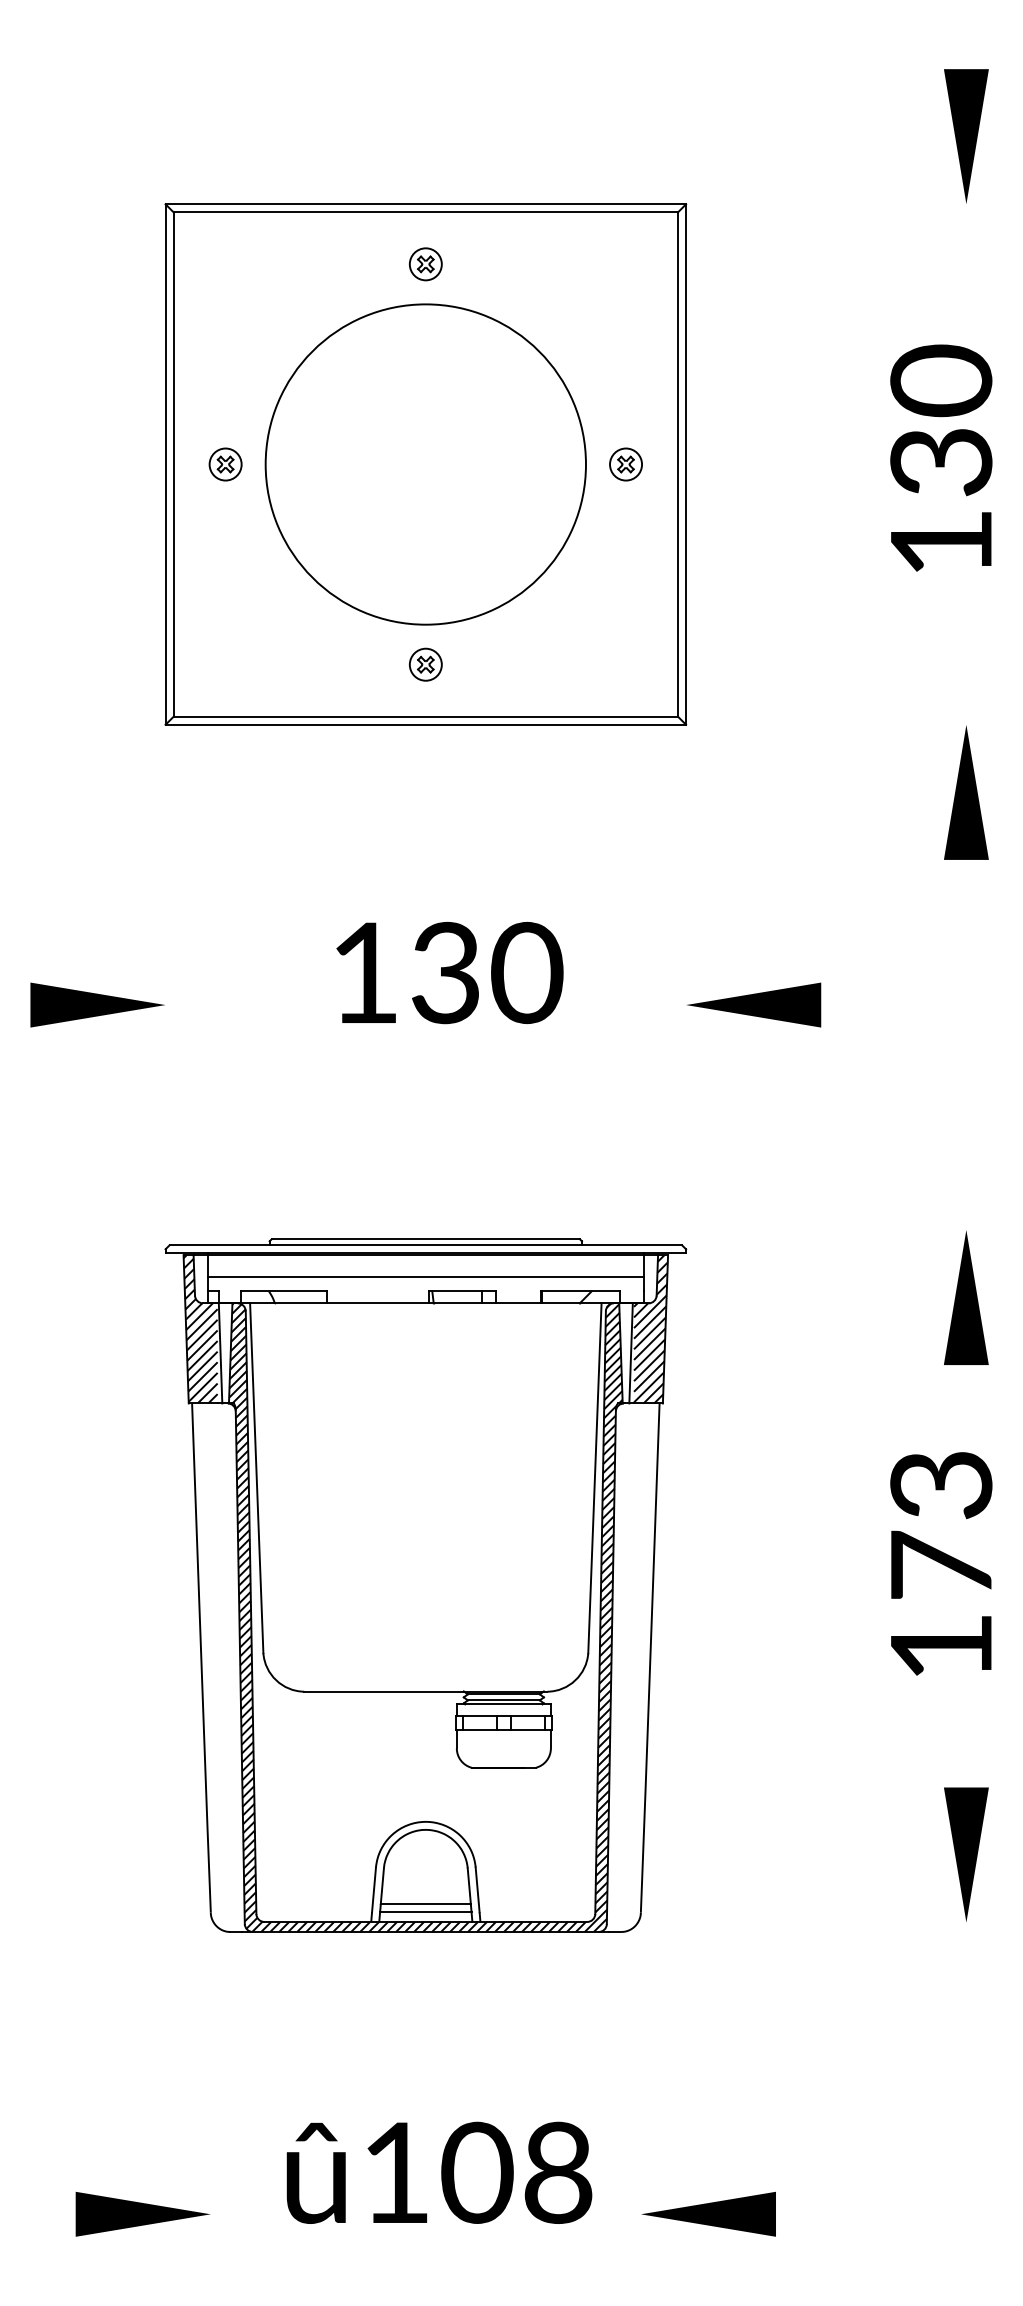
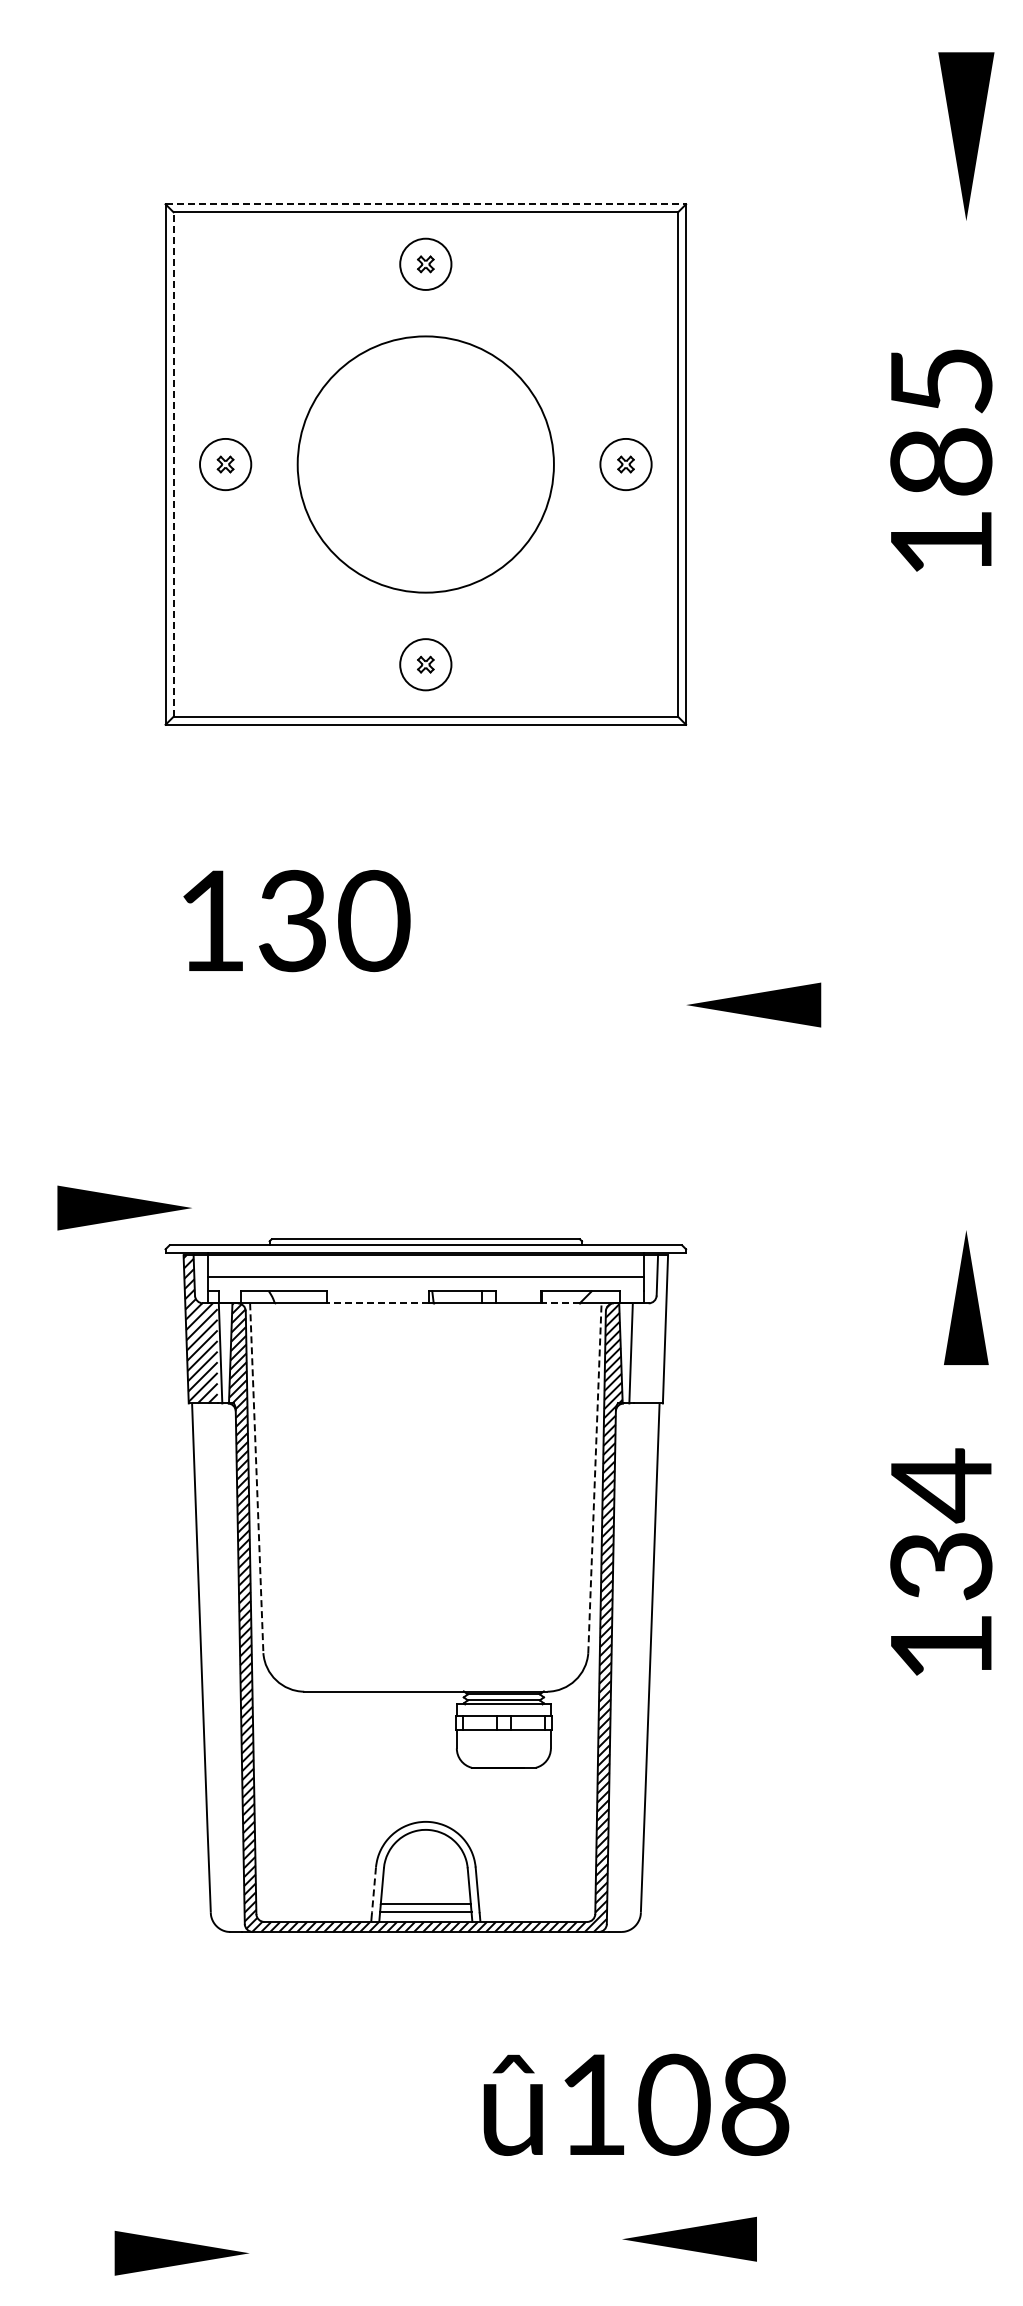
part at (966, 136) size: 45x135 px -> 57x169 px
line at (426, 204): solid -> dashed
circle at (425, 264) diameter: 32 px -> 51 px
text at (941, 420): 130 -> 185
line at (173, 464): solid -> dashed
circle at (225, 464) diameter: 32 px -> 51 px
circle at (425, 464) diameter: 320 px -> 256 px
circle at (626, 464) diameter: 32 px -> 51 px
circle at (425, 664) diameter: 32 px -> 51 px
part at (966, 792): present -> none
text at (449, 972) position: (449, 972) -> (296, 920)
part at (97, 1004) position: (97, 1004) -> (124, 1207)
line at (377, 1303): solid -> dashed
line at (560, 1303): solid -> dashed
hatch at (650, 1329): present -> none
line at (594, 1477): solid -> dashed
line at (256, 1478): solid -> dashed
text at (941, 1524): 173 -> 134
part at (966, 1854): present -> none
line at (373, 1890): solid -> dashed
text at (439, 2172) position: (439, 2172) -> (636, 2104)
part at (708, 2213) position: (708, 2213) -> (689, 2238)
part at (142, 2214) position: (142, 2214) -> (181, 2253)
